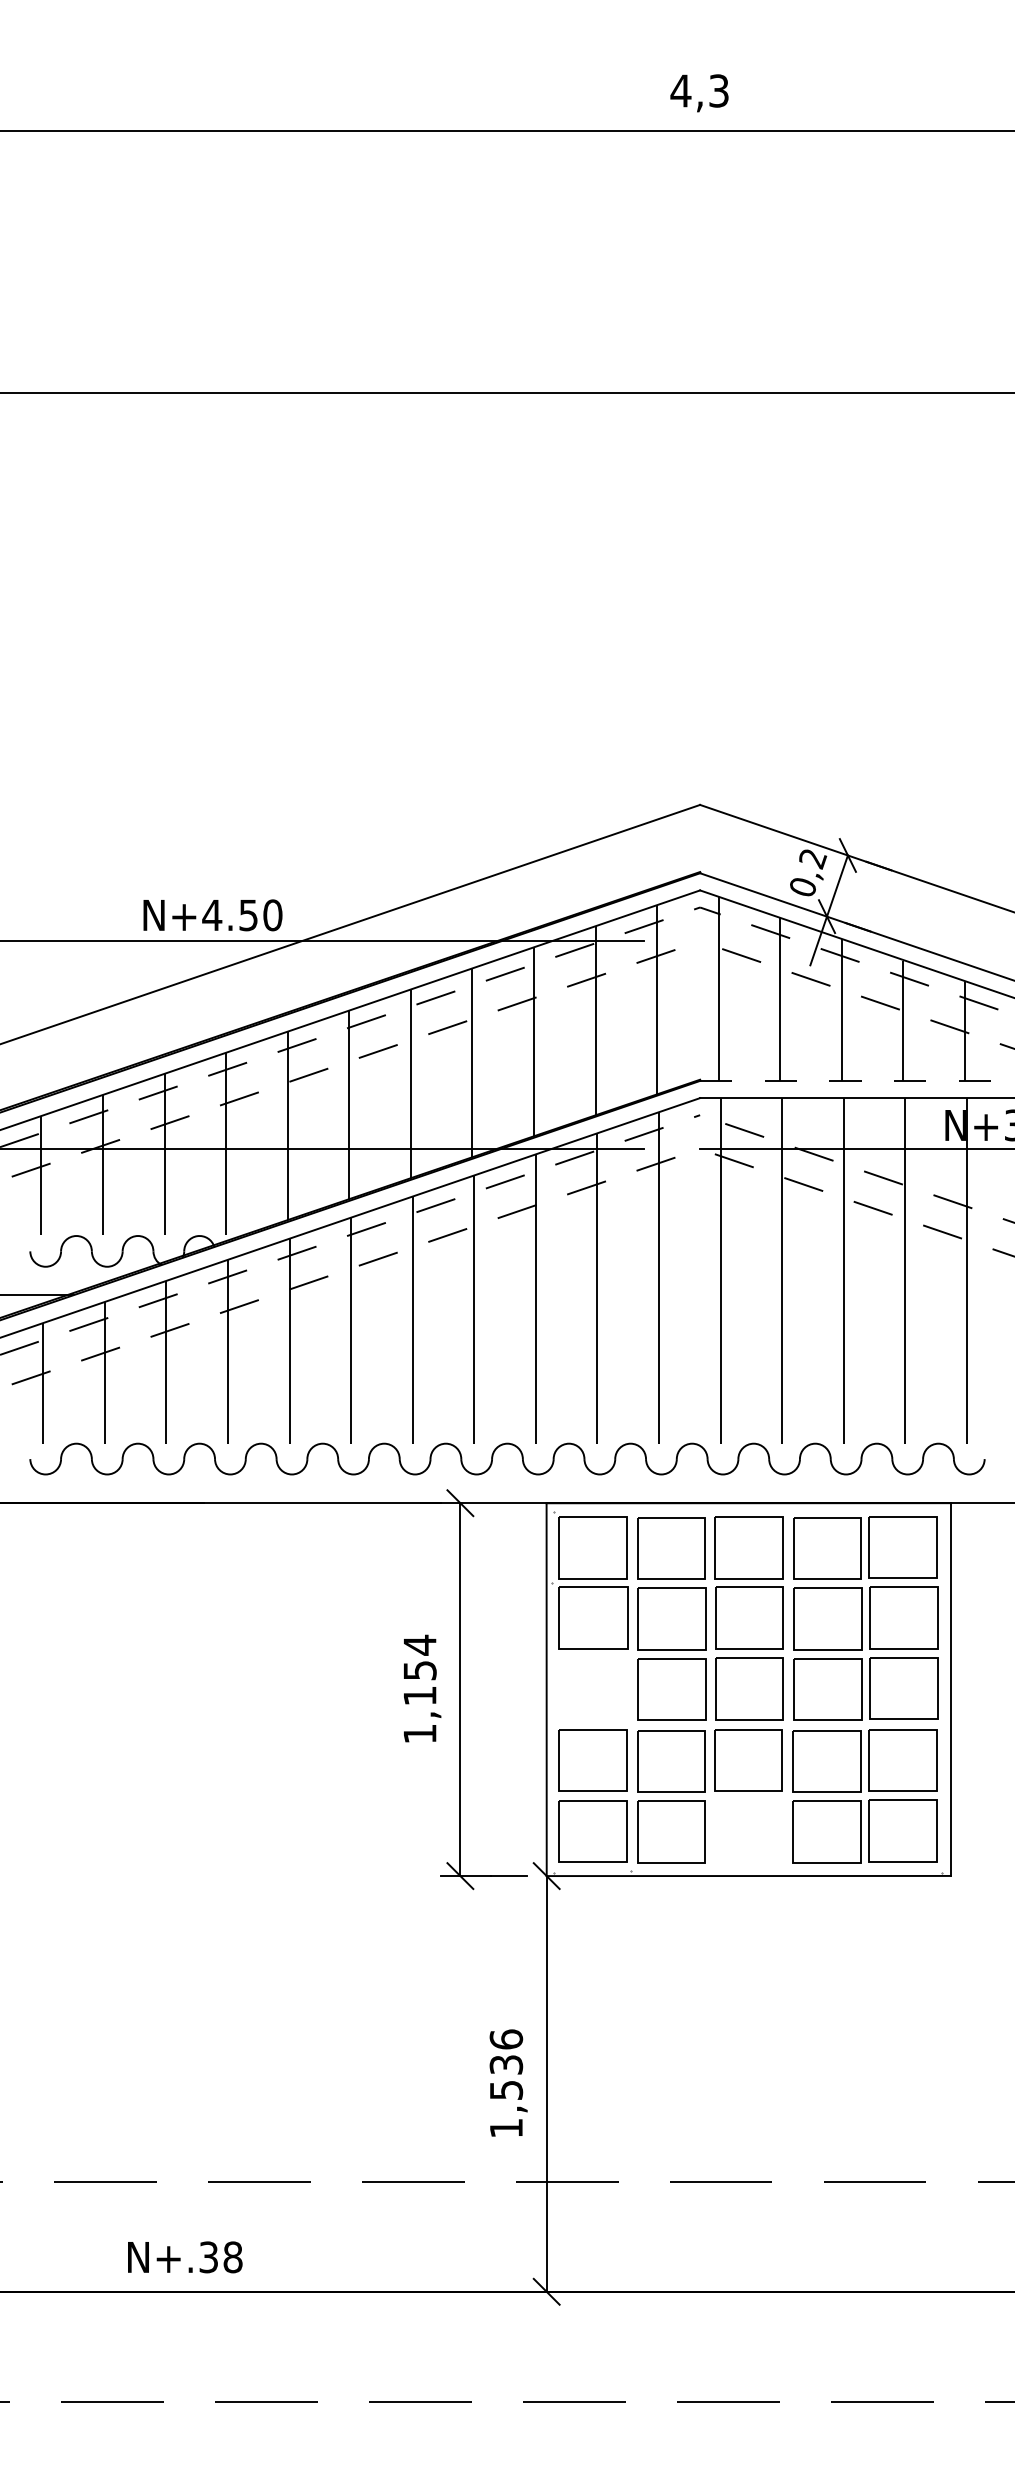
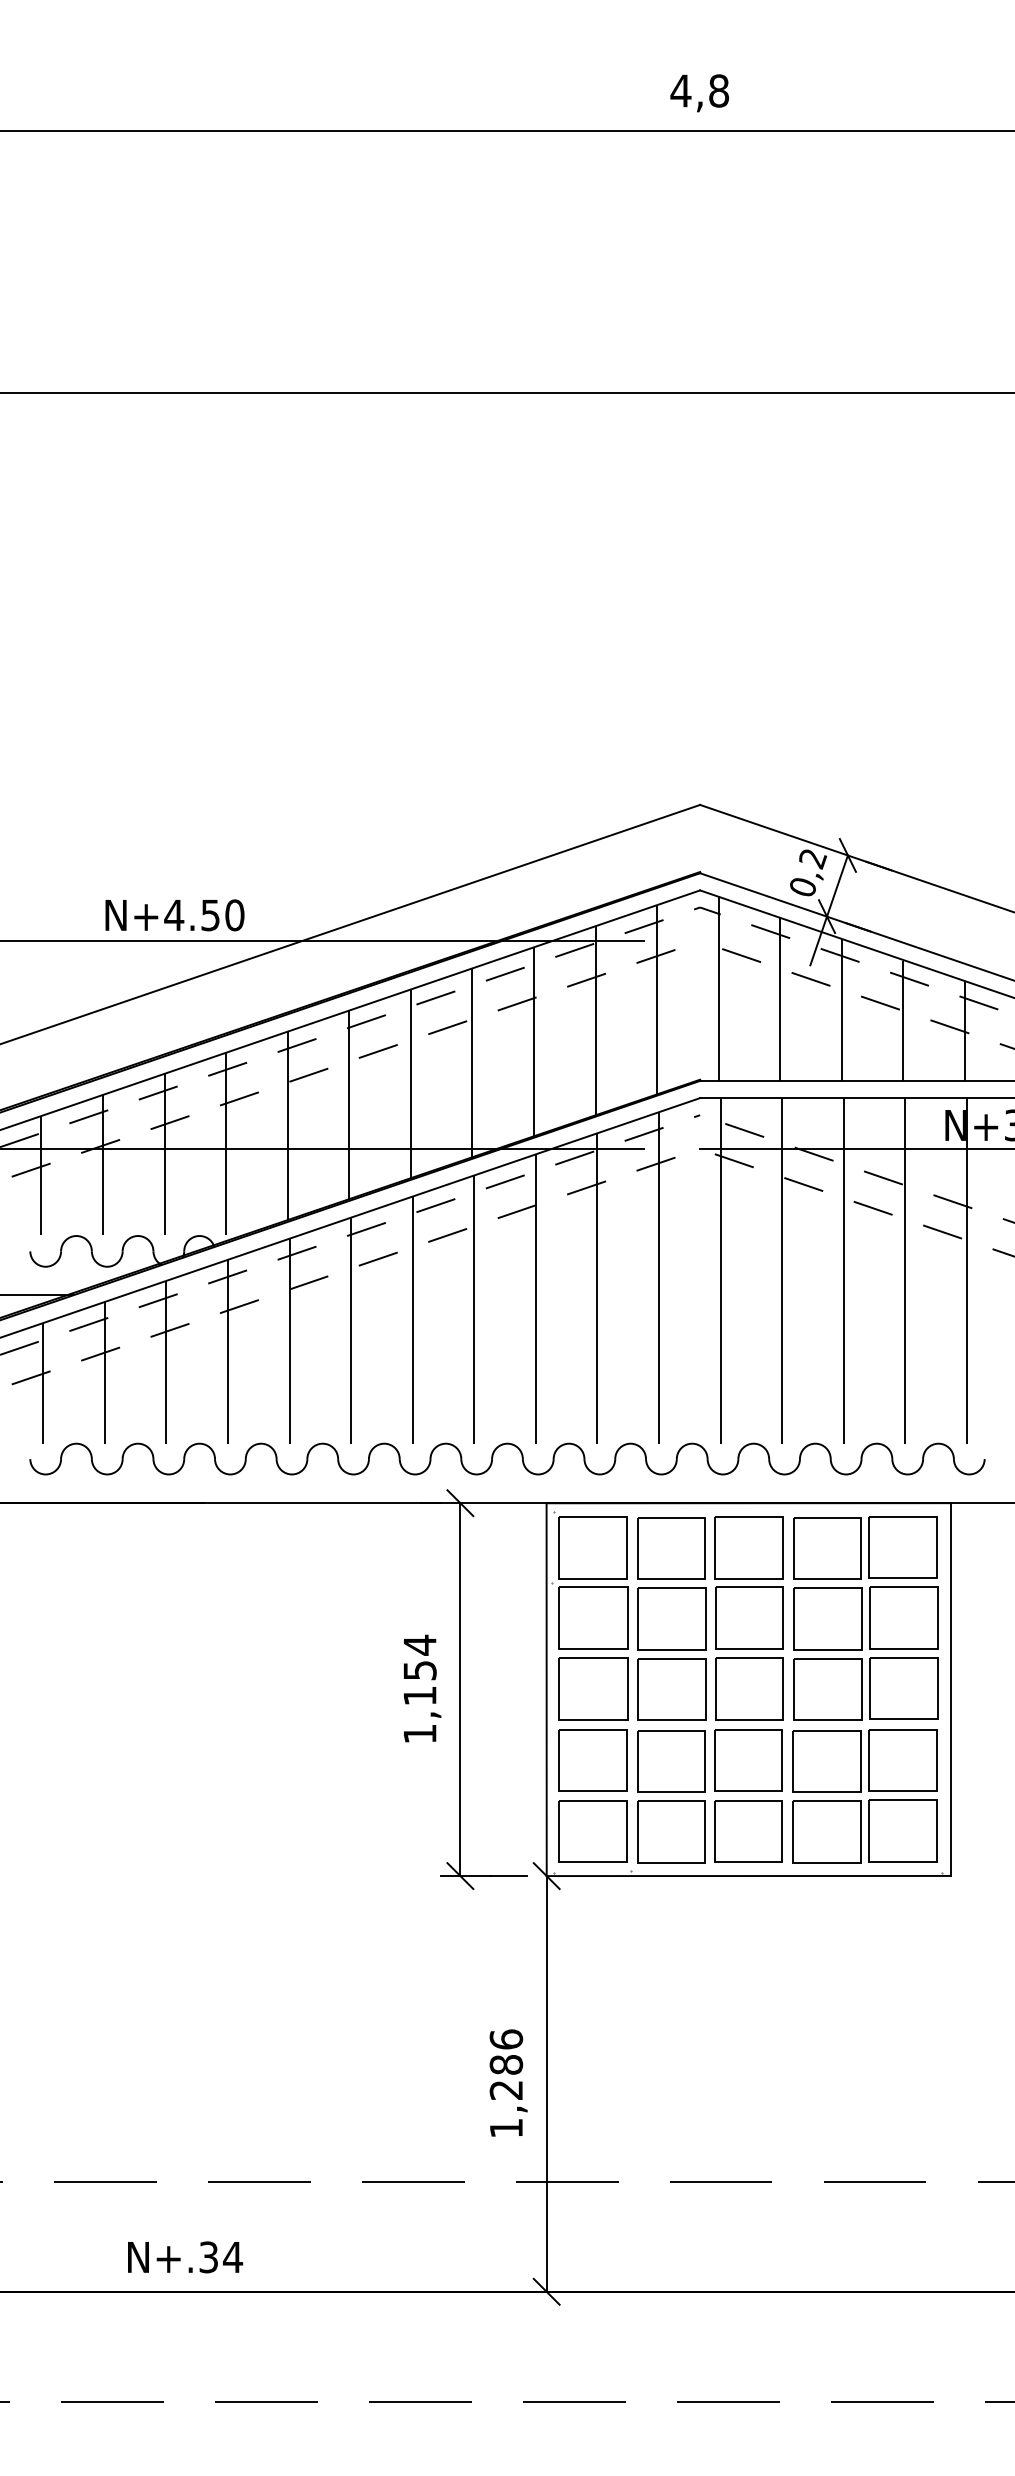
text at (719, 90): 4,3 -> 4,8
text at (212, 915) position: (212, 915) -> (174, 915)
line at (858, 1080): dashed -> solid
part at (593, 1688): none -> present
part at (748, 1831): none -> present
text at (506, 2077): 1,536 -> 1,286
text at (232, 2257): N+.38 -> N+.34
